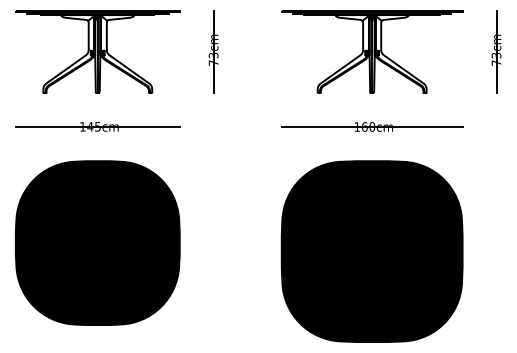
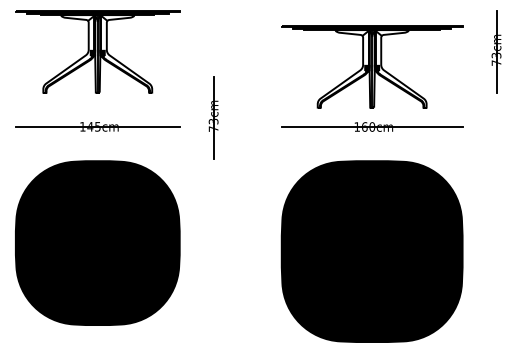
part at (213, 51) position: (213, 51) -> (213, 117)
part at (372, 51) position: (372, 51) -> (372, 66)
